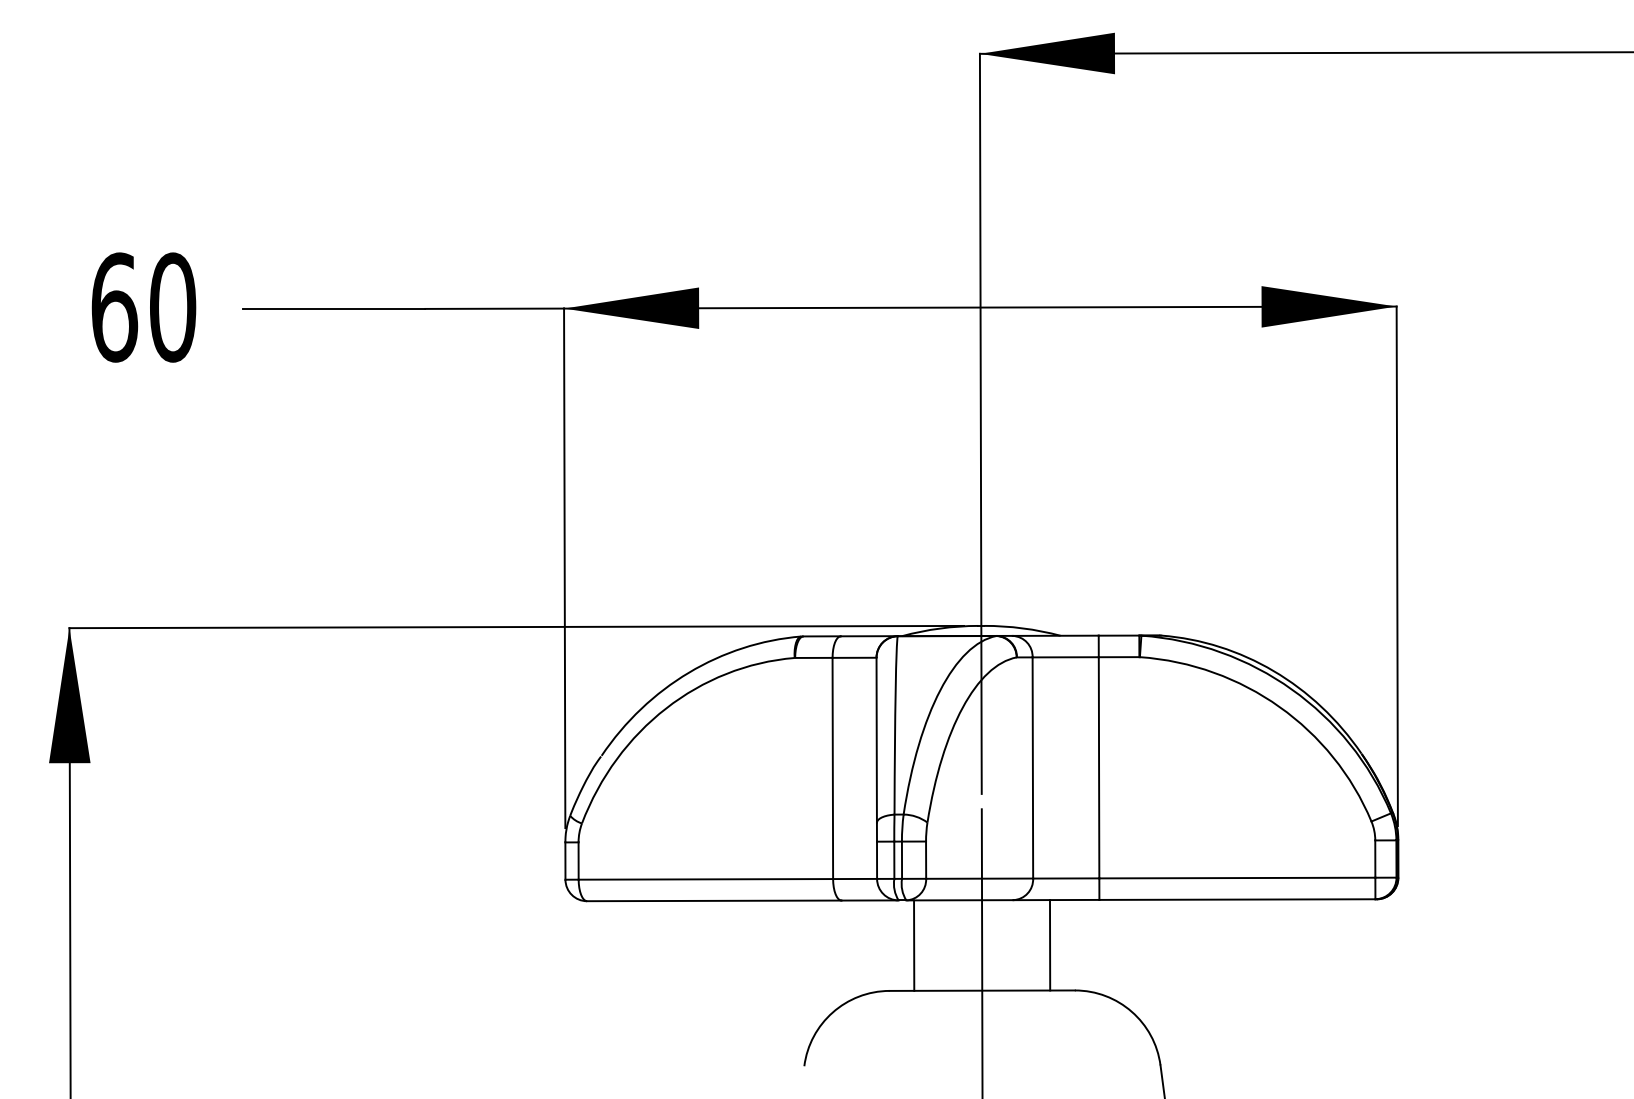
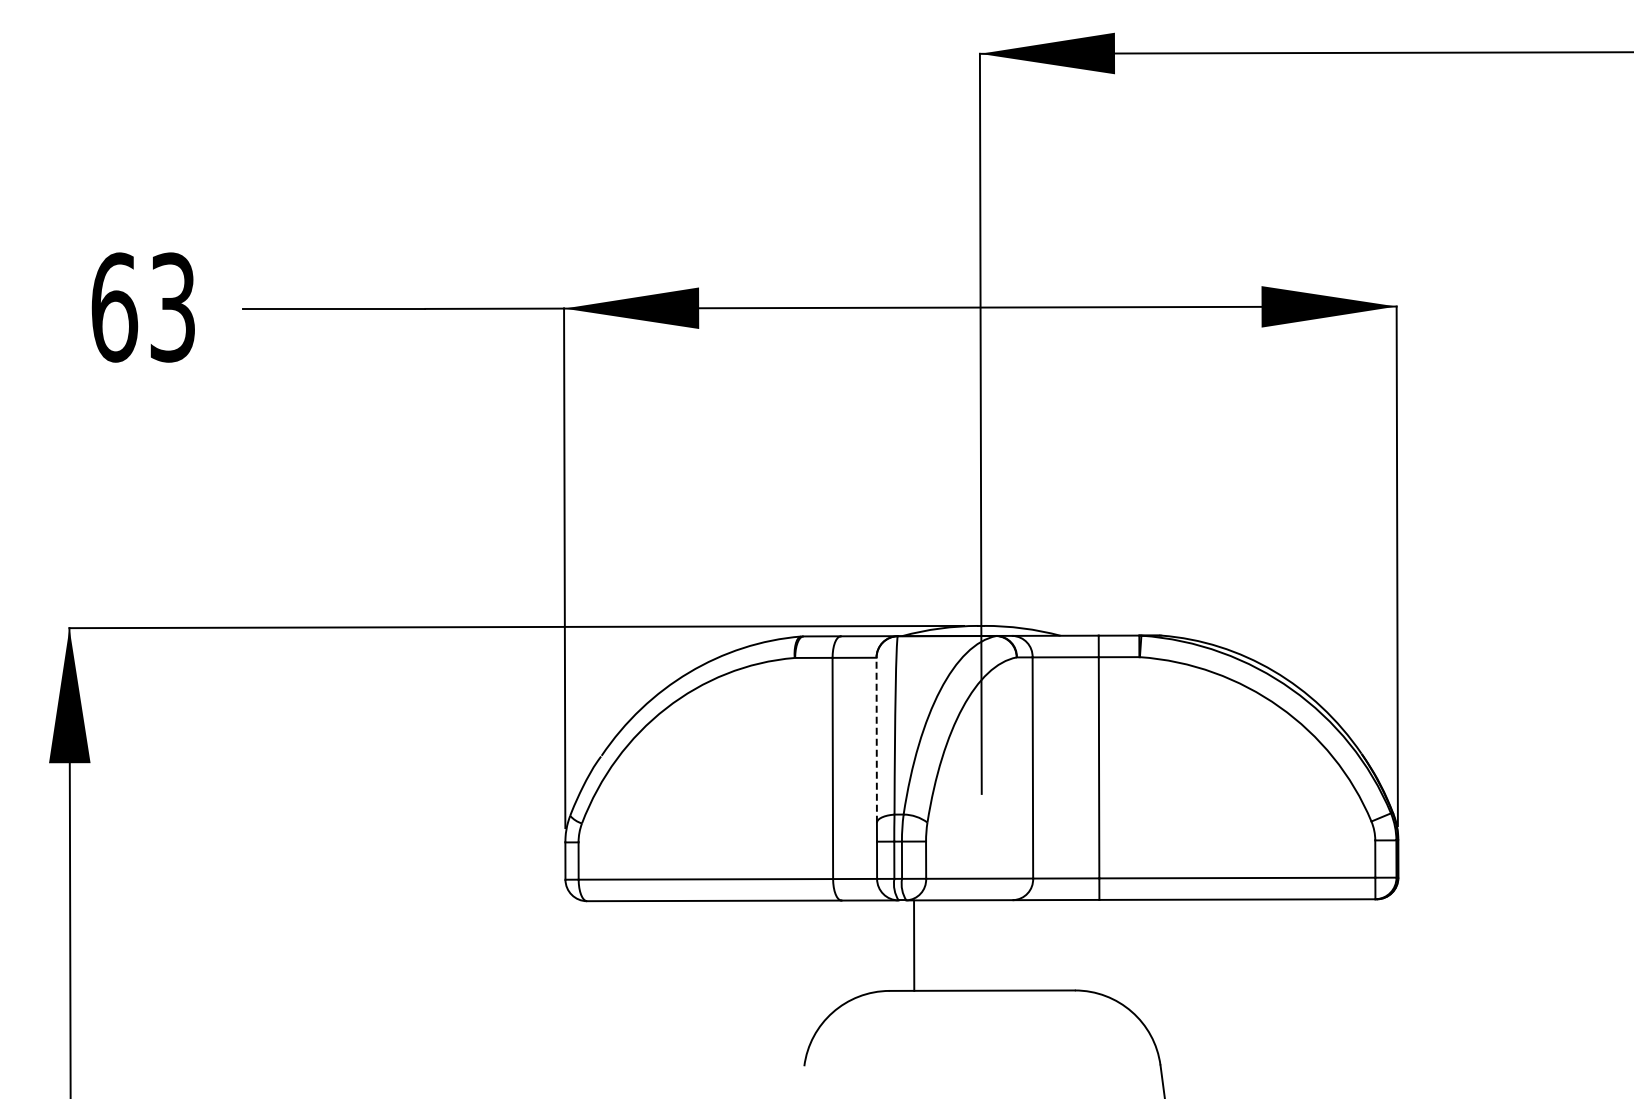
text at (173, 307): 60 -> 63
line at (876, 739): solid -> dashed
line at (1049, 945): present -> none
line at (981, 951): present -> none
